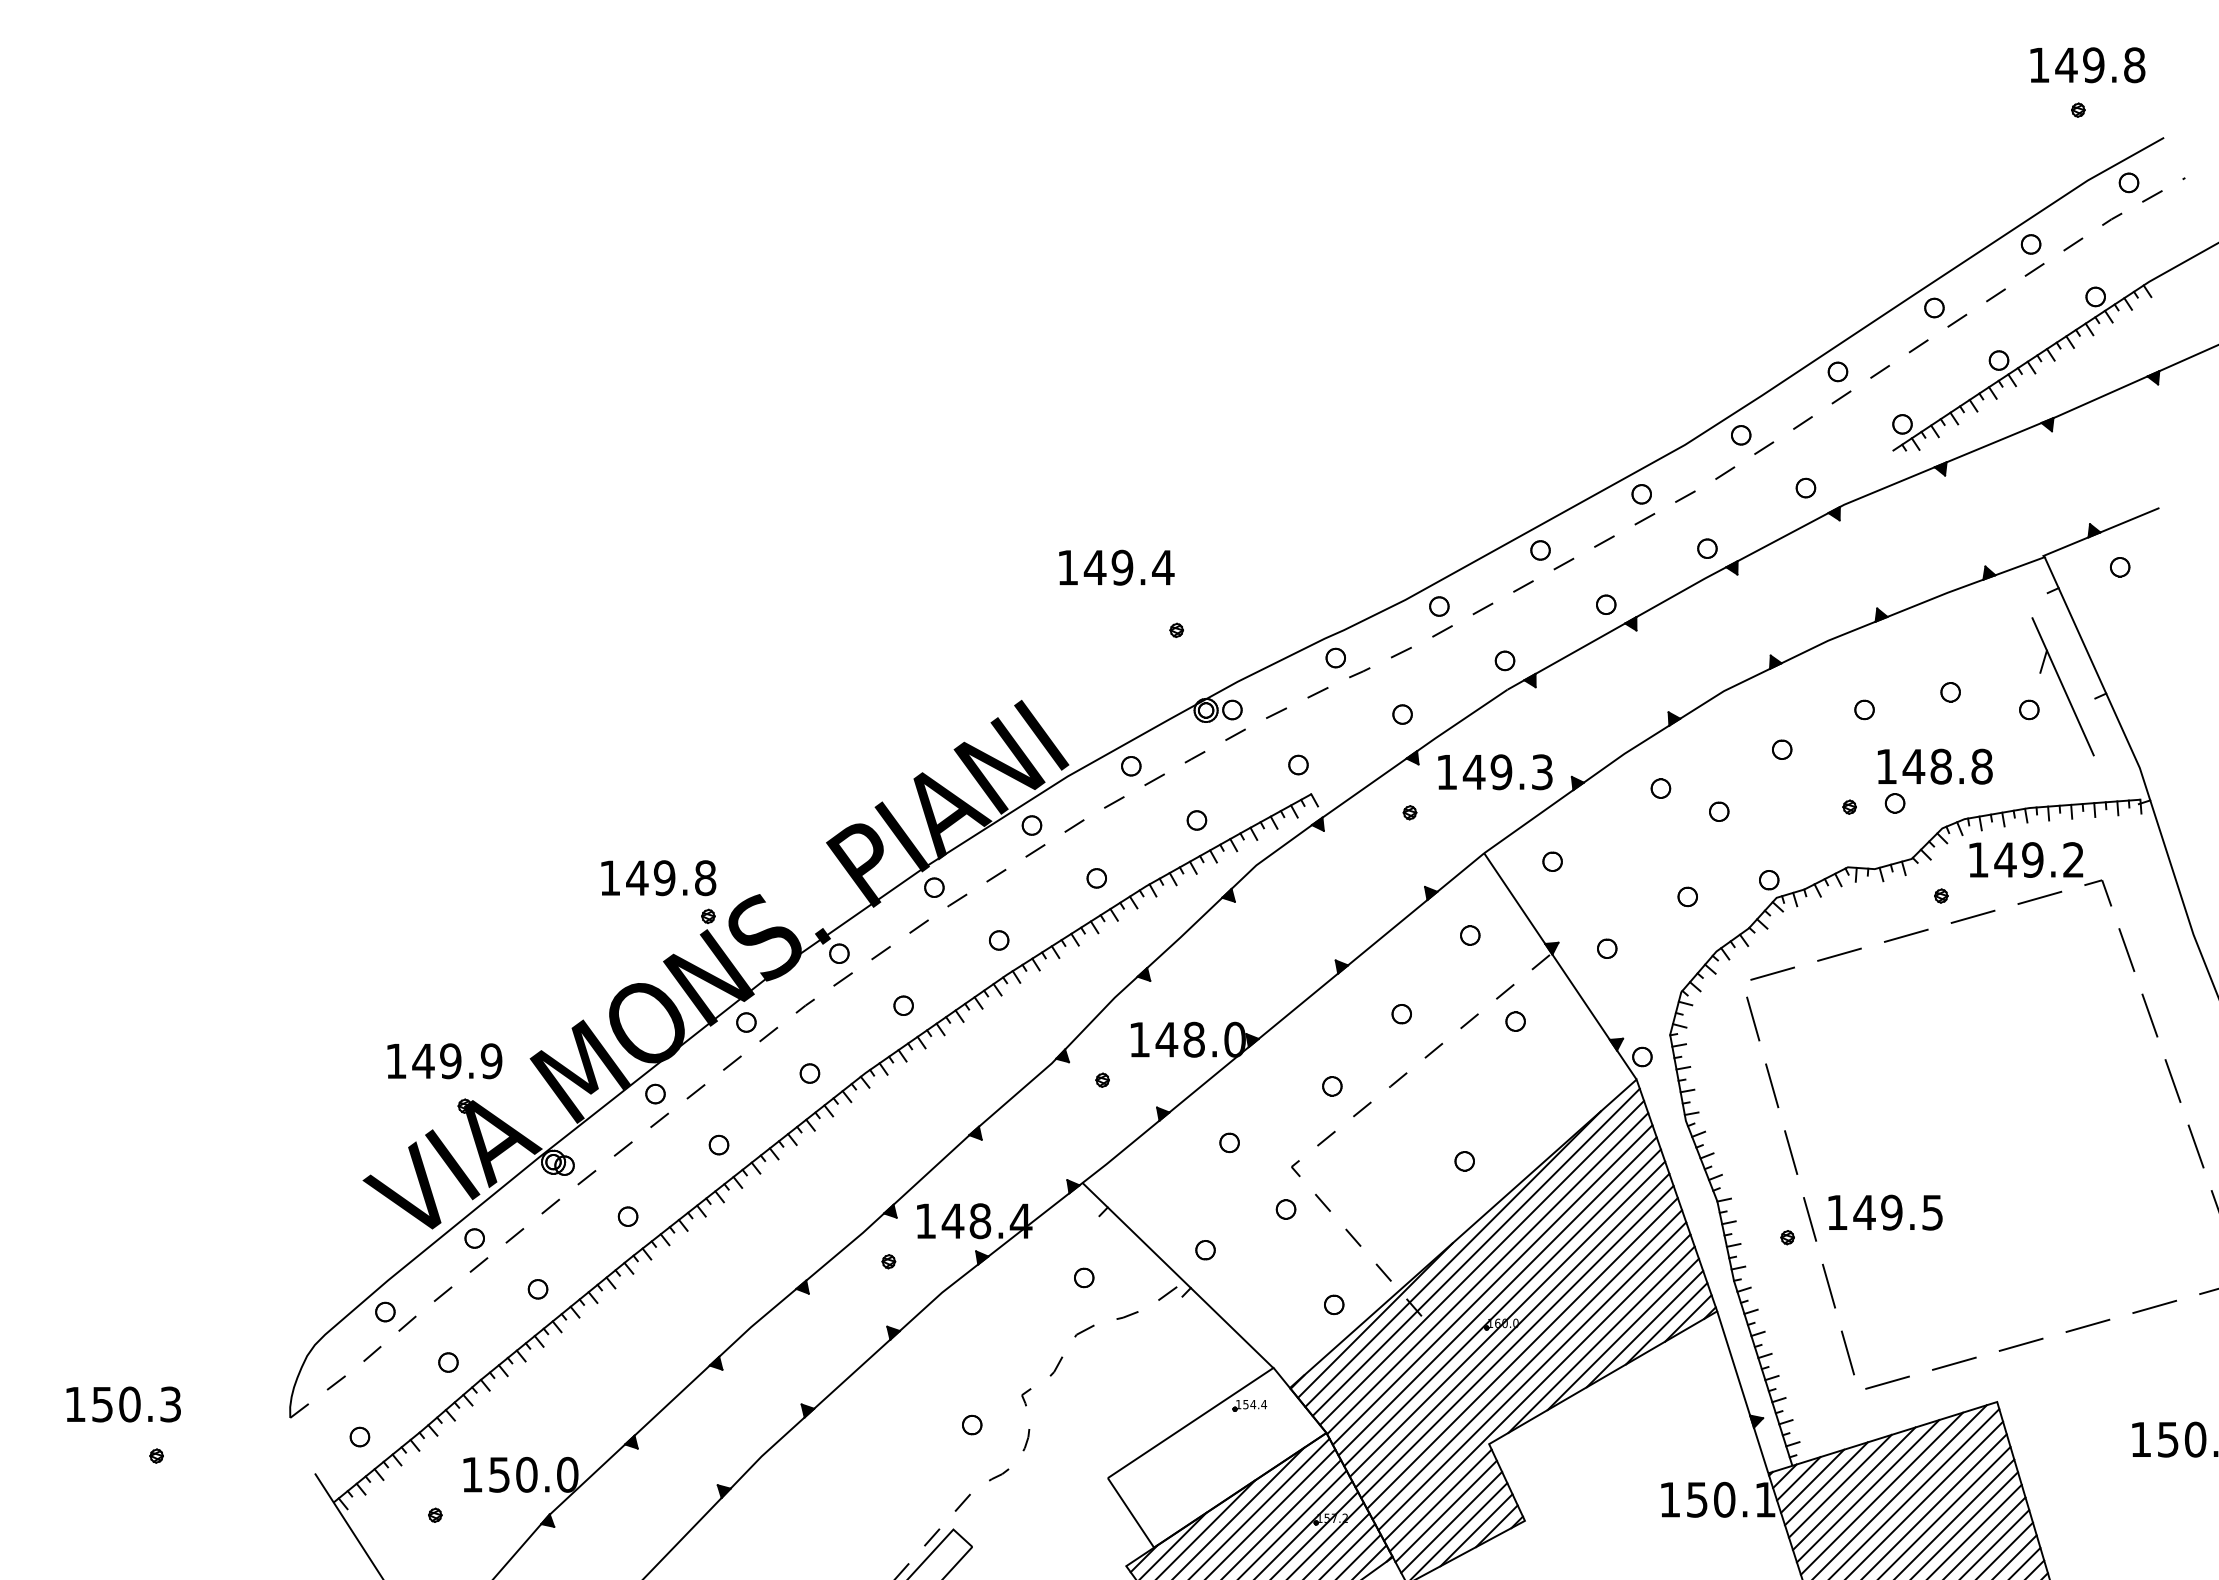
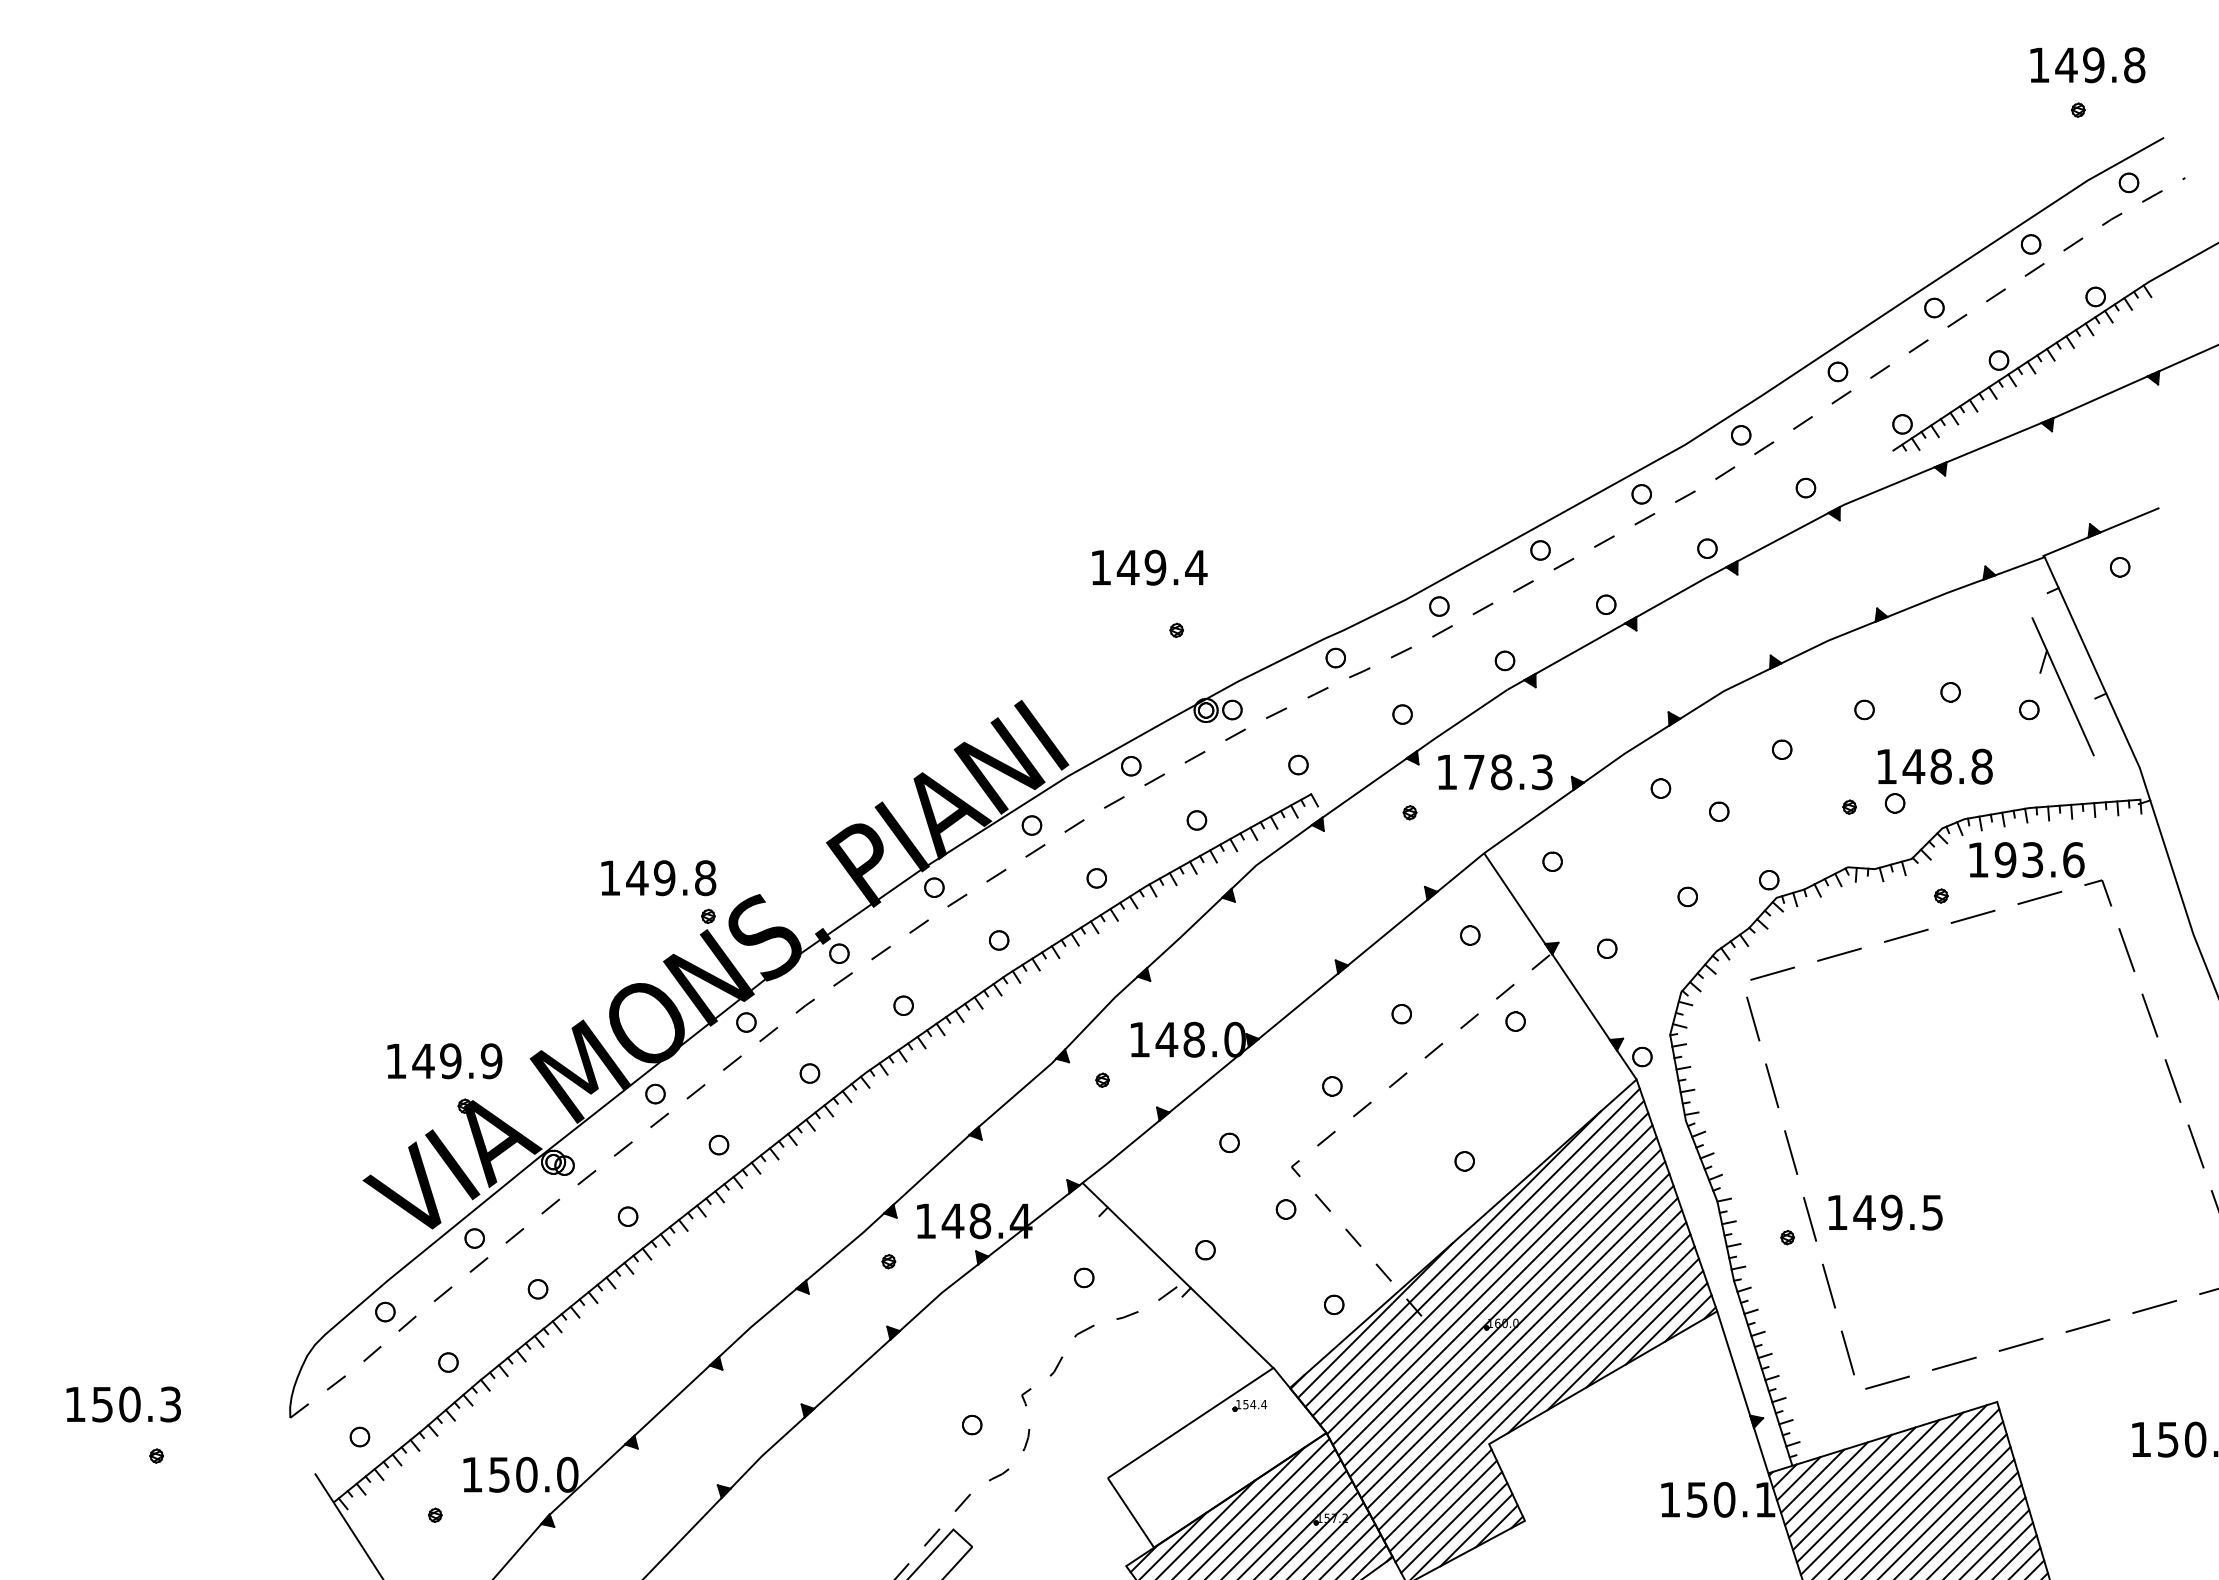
text at (1116, 567) position: (1116, 567) -> (1149, 567)
text at (1487, 772): 149.3 -> 178.3
text at (2039, 859): 149.2 -> 193.6
